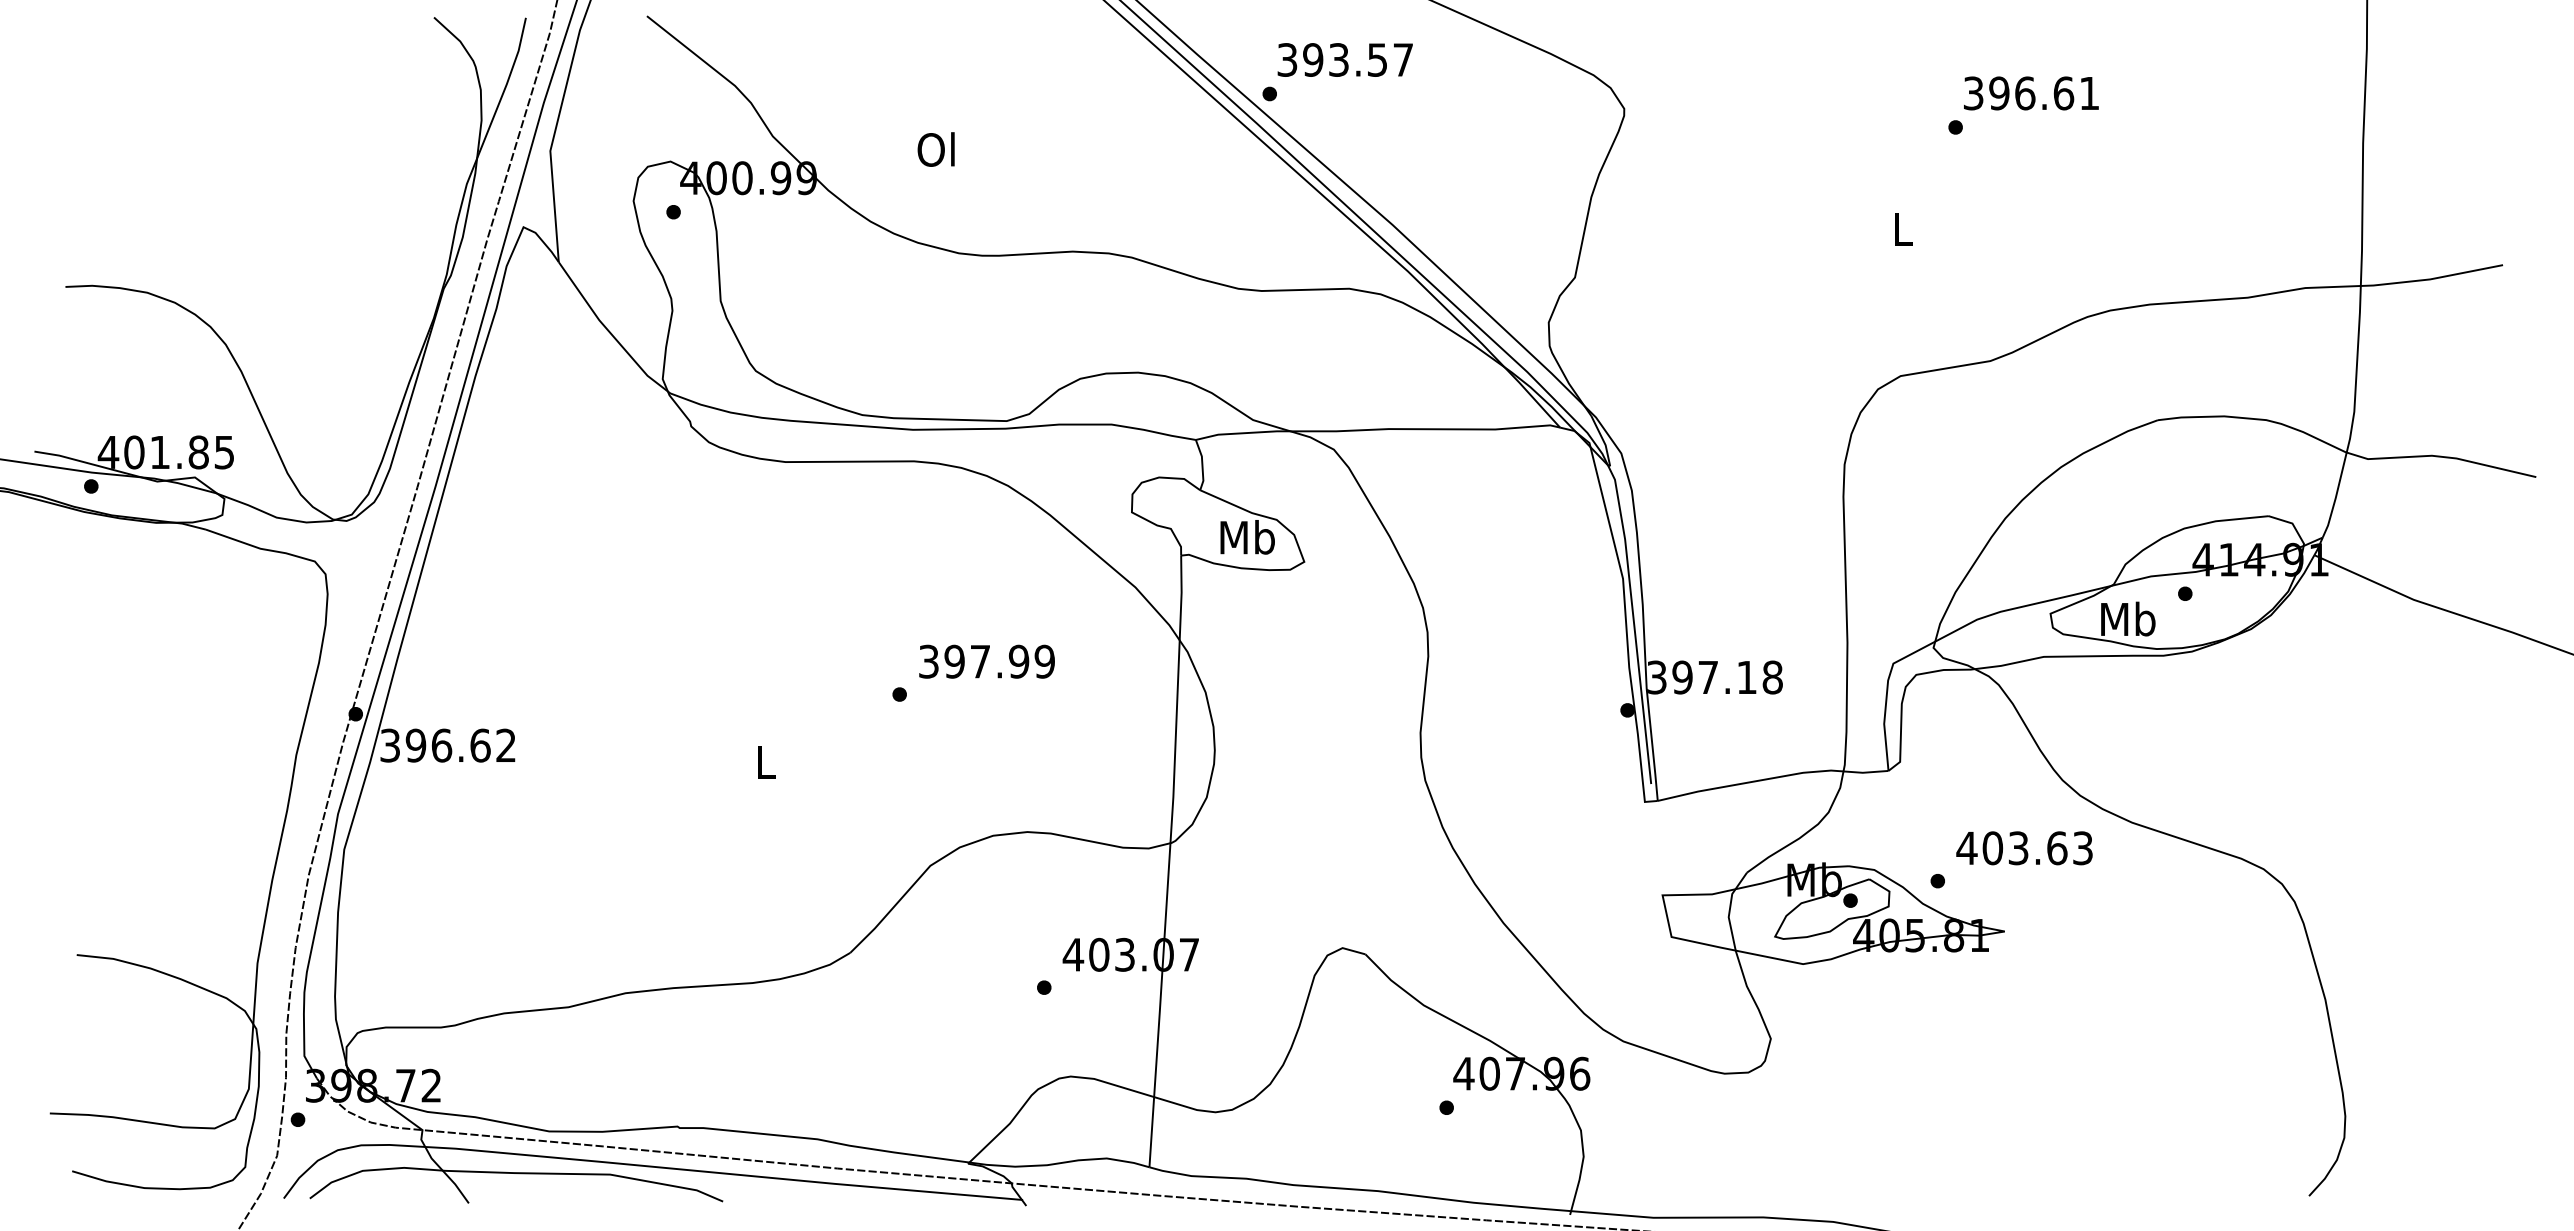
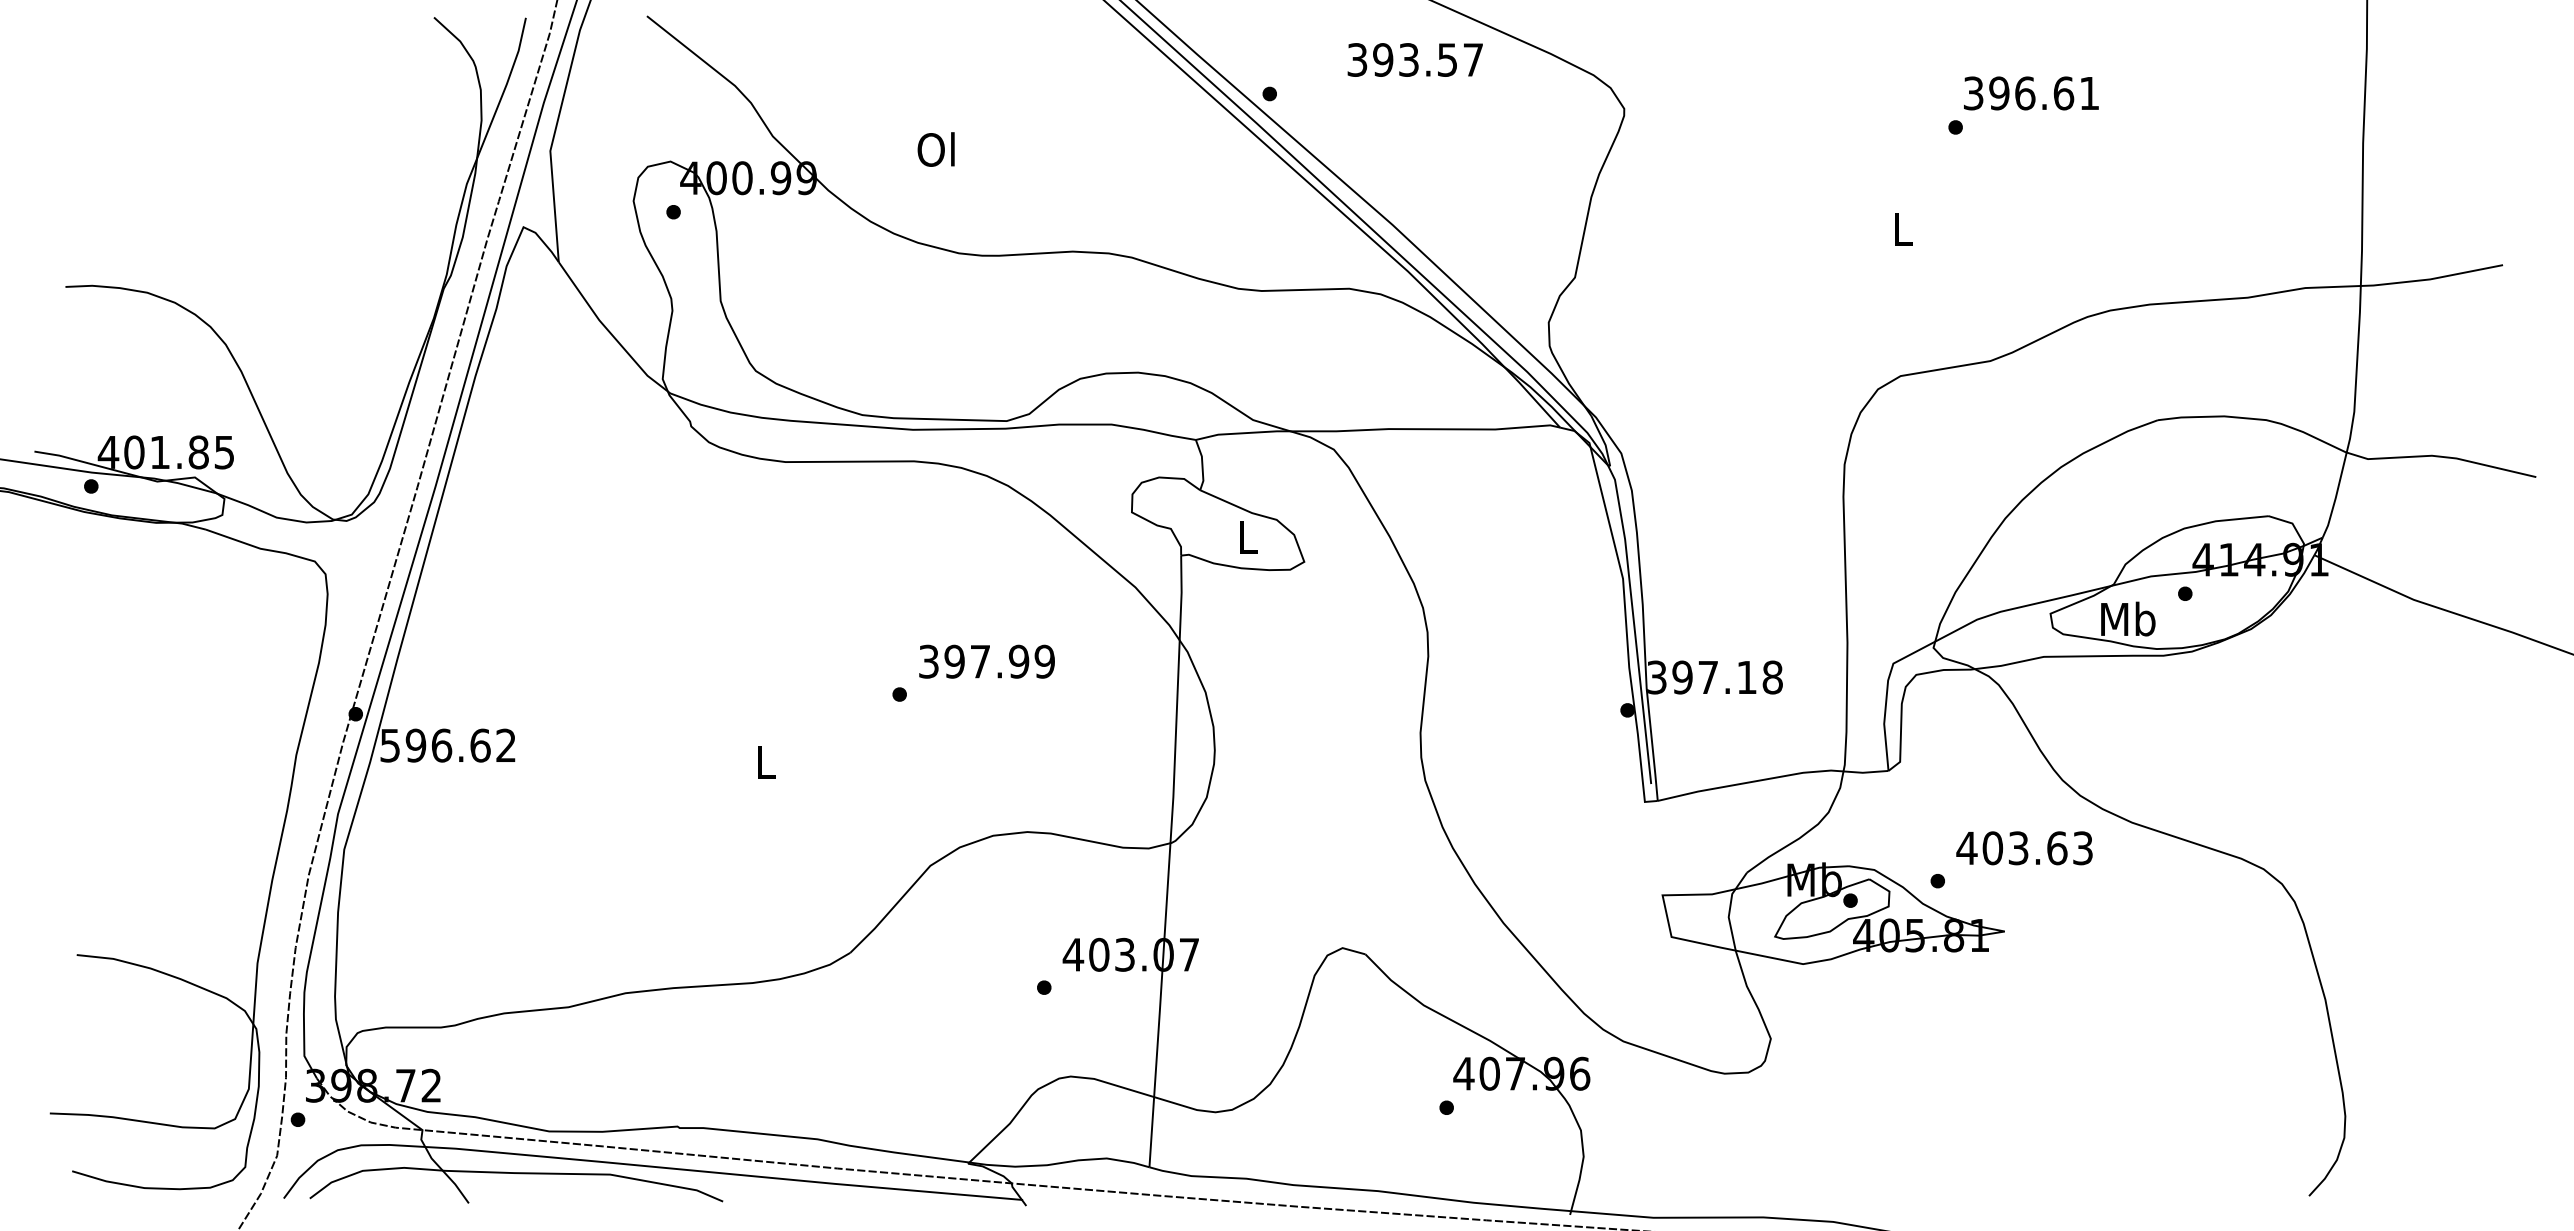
text at (1344, 59) position: (1344, 59) -> (1414, 59)
text at (1247, 537): Mb -> L
text at (390, 744): 396.62 -> 596.62
